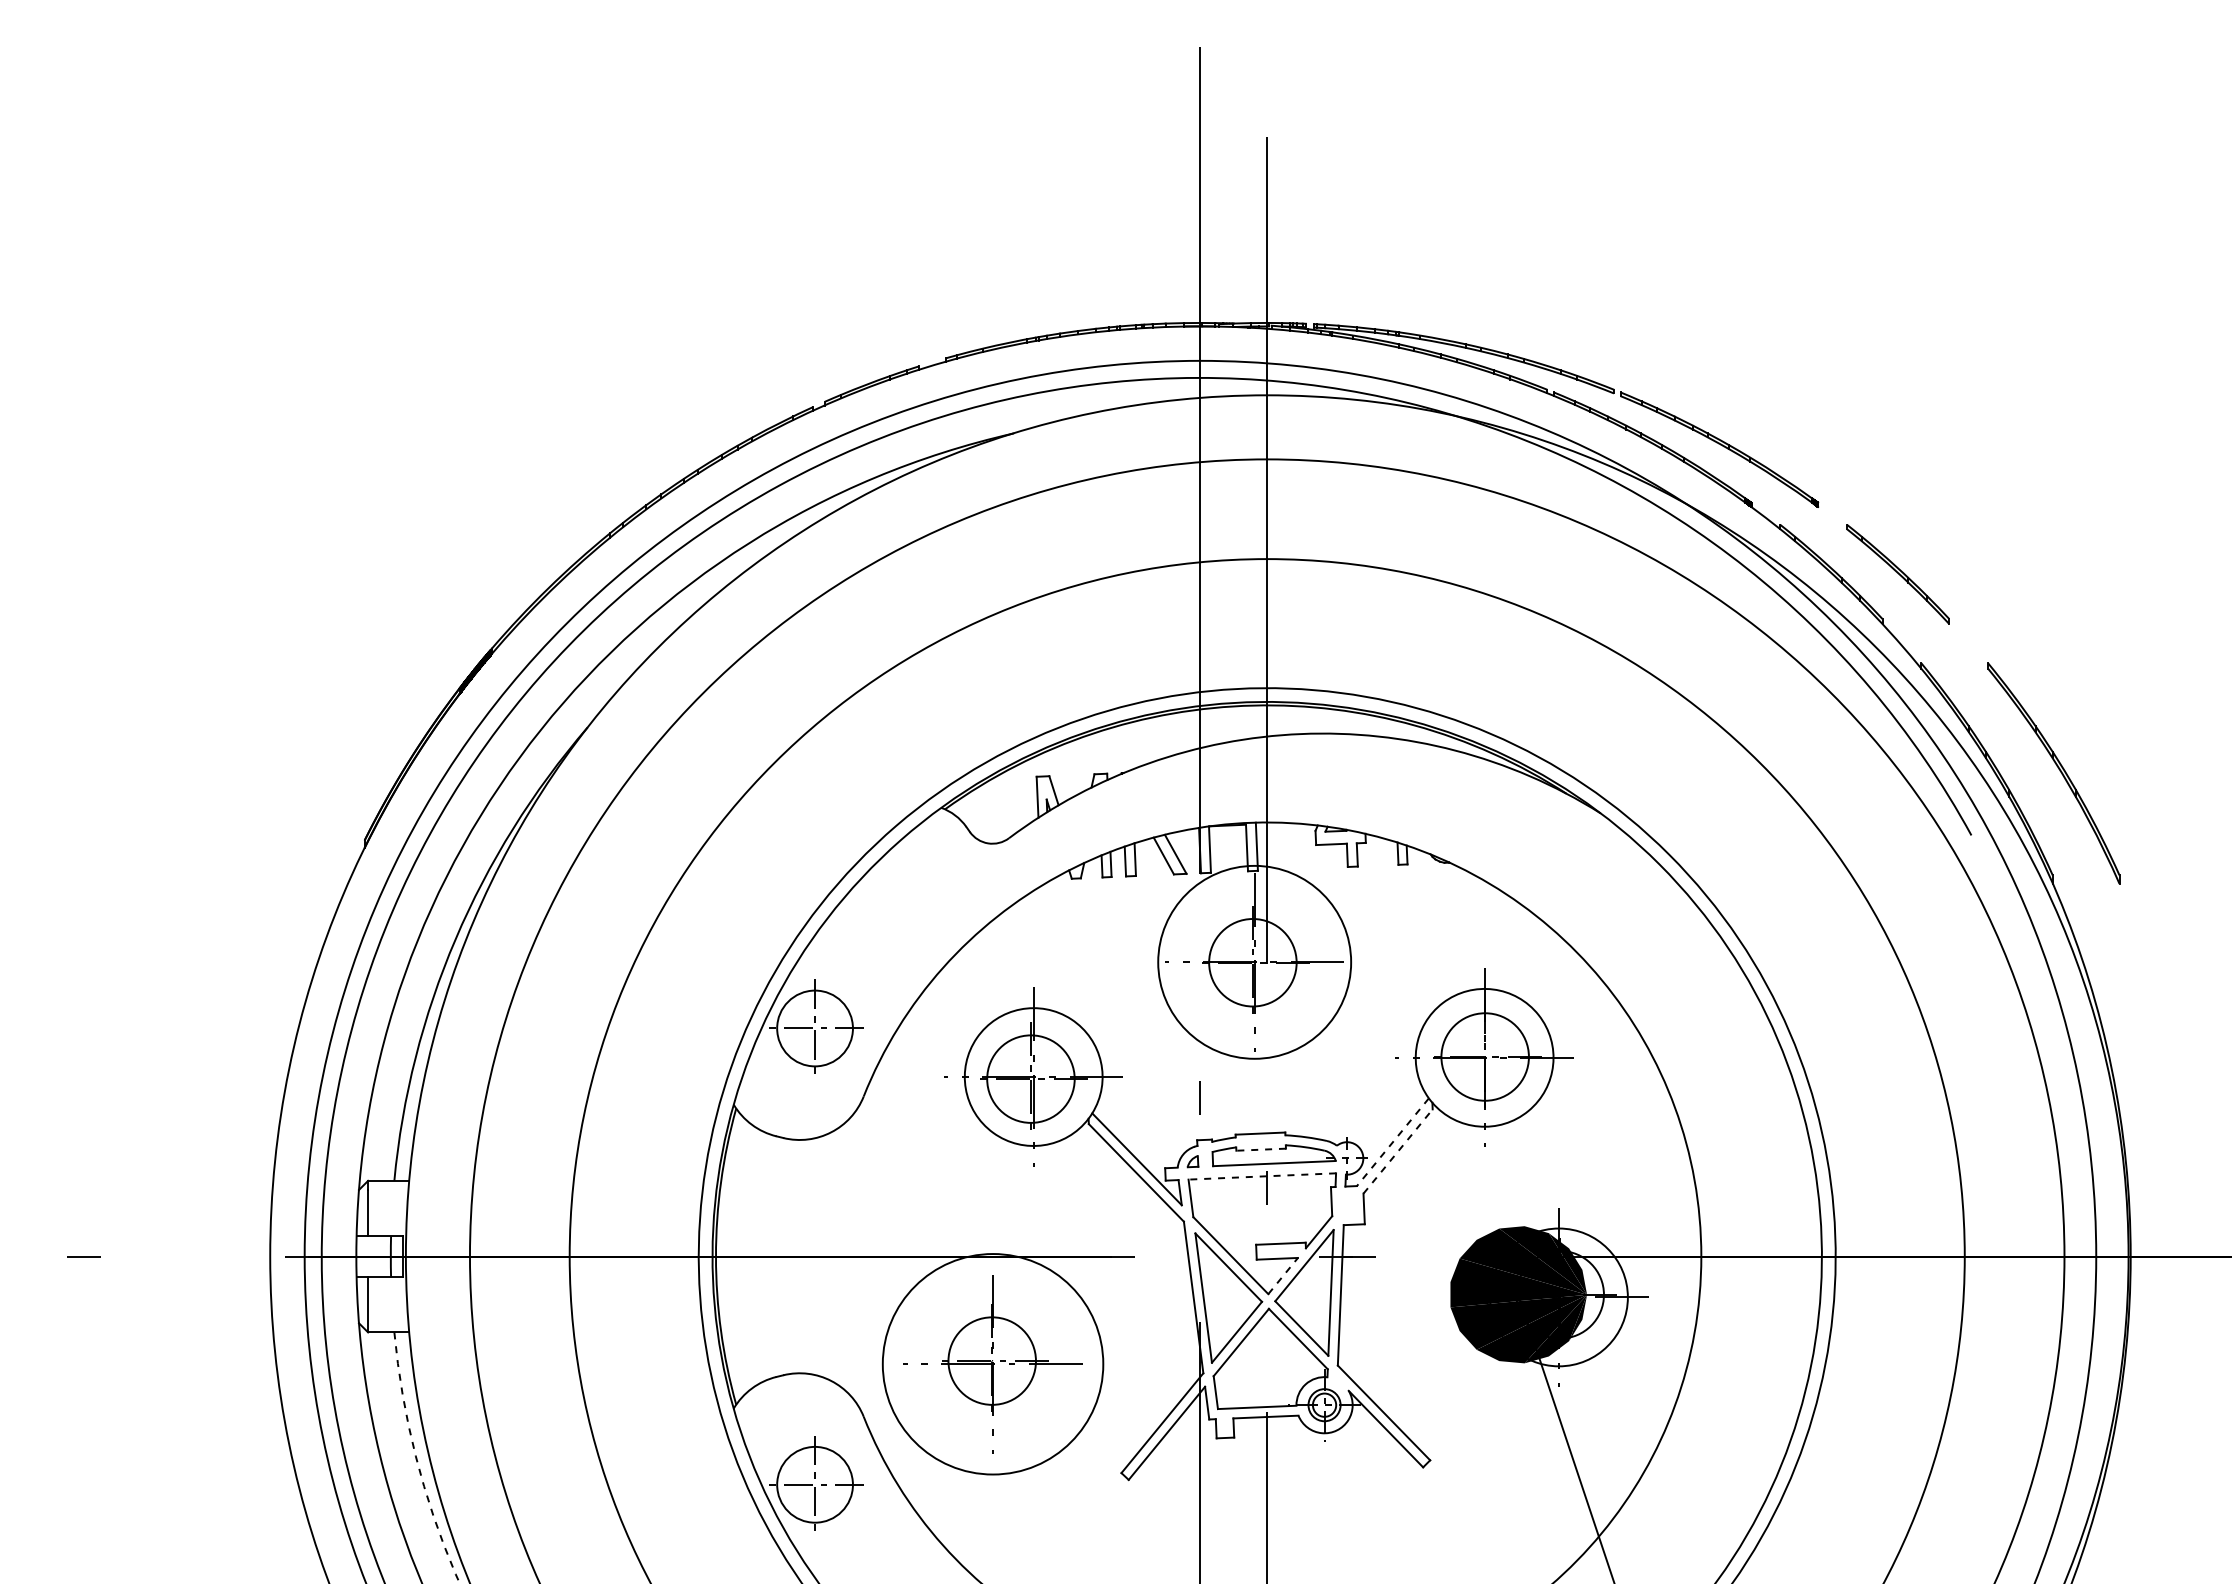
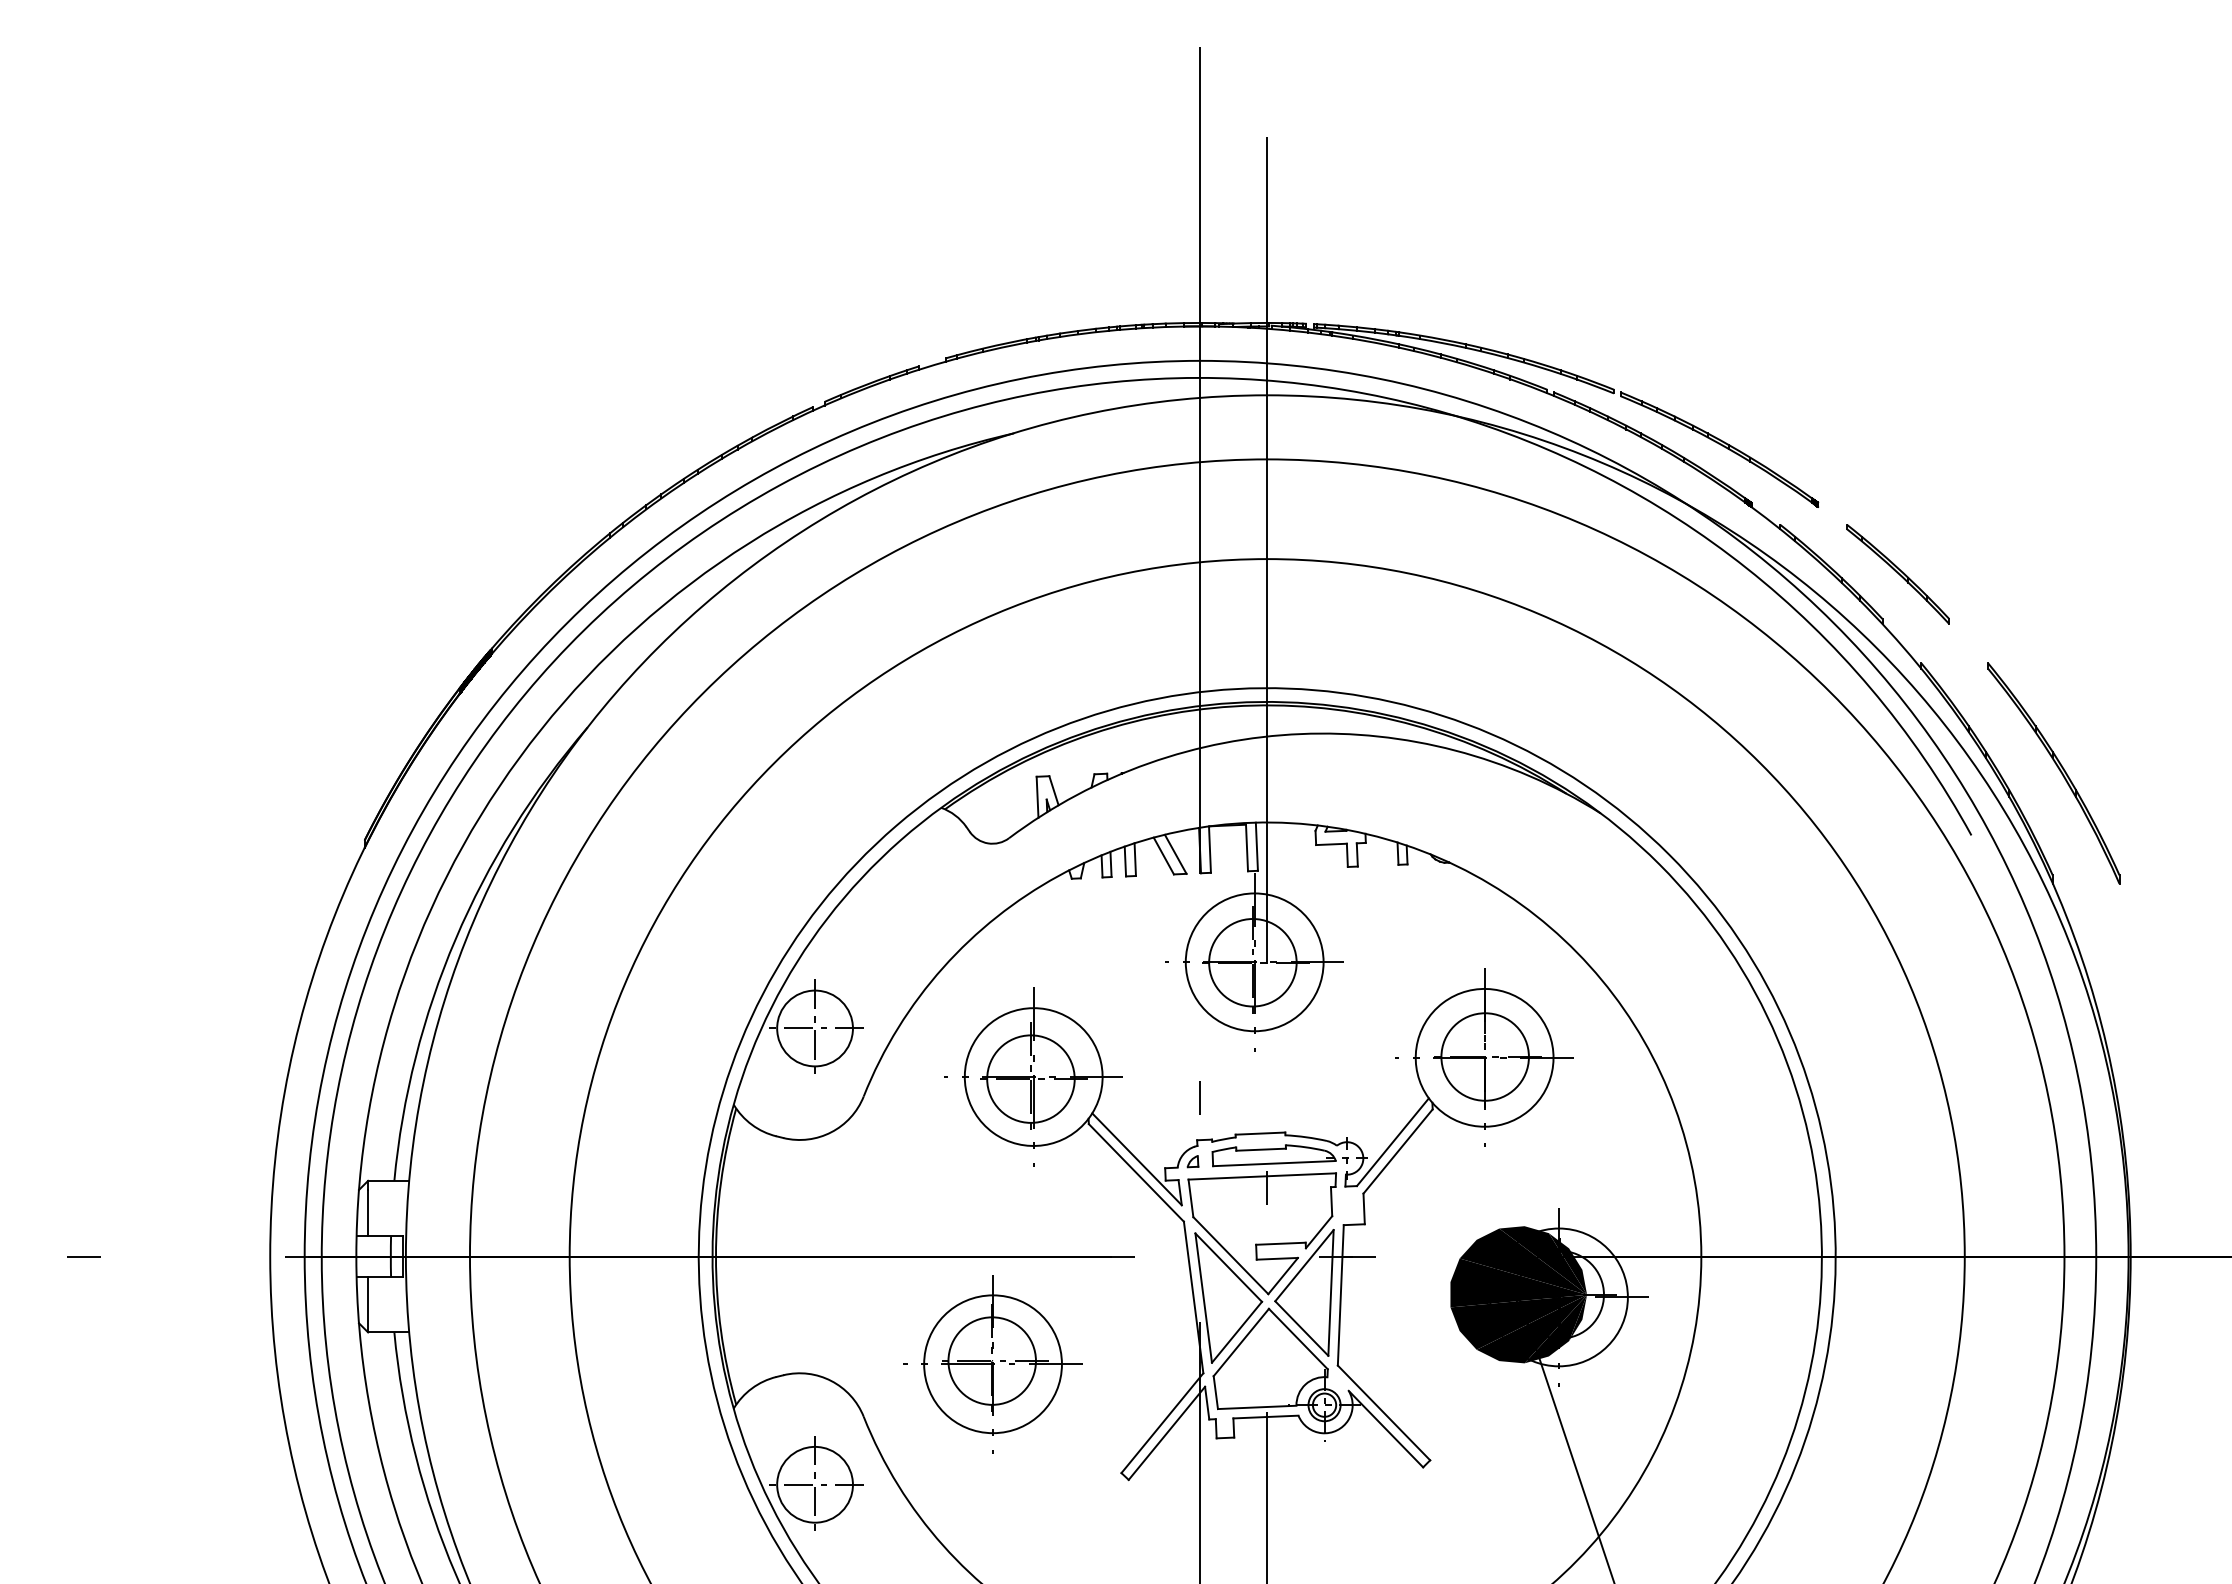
circle at (1254, 961) diameter: 193 px -> 138 px
line at (1392, 1142): dashed -> solid
line at (1261, 1149): dashed -> solid
line at (1398, 1151): dashed -> solid
line at (1262, 1176): dashed -> solid
line at (1283, 1275): dashed -> solid
circle at (992, 1364) diameter: 220 px -> 138 px
arc at (417, 1460): dashed -> solid
